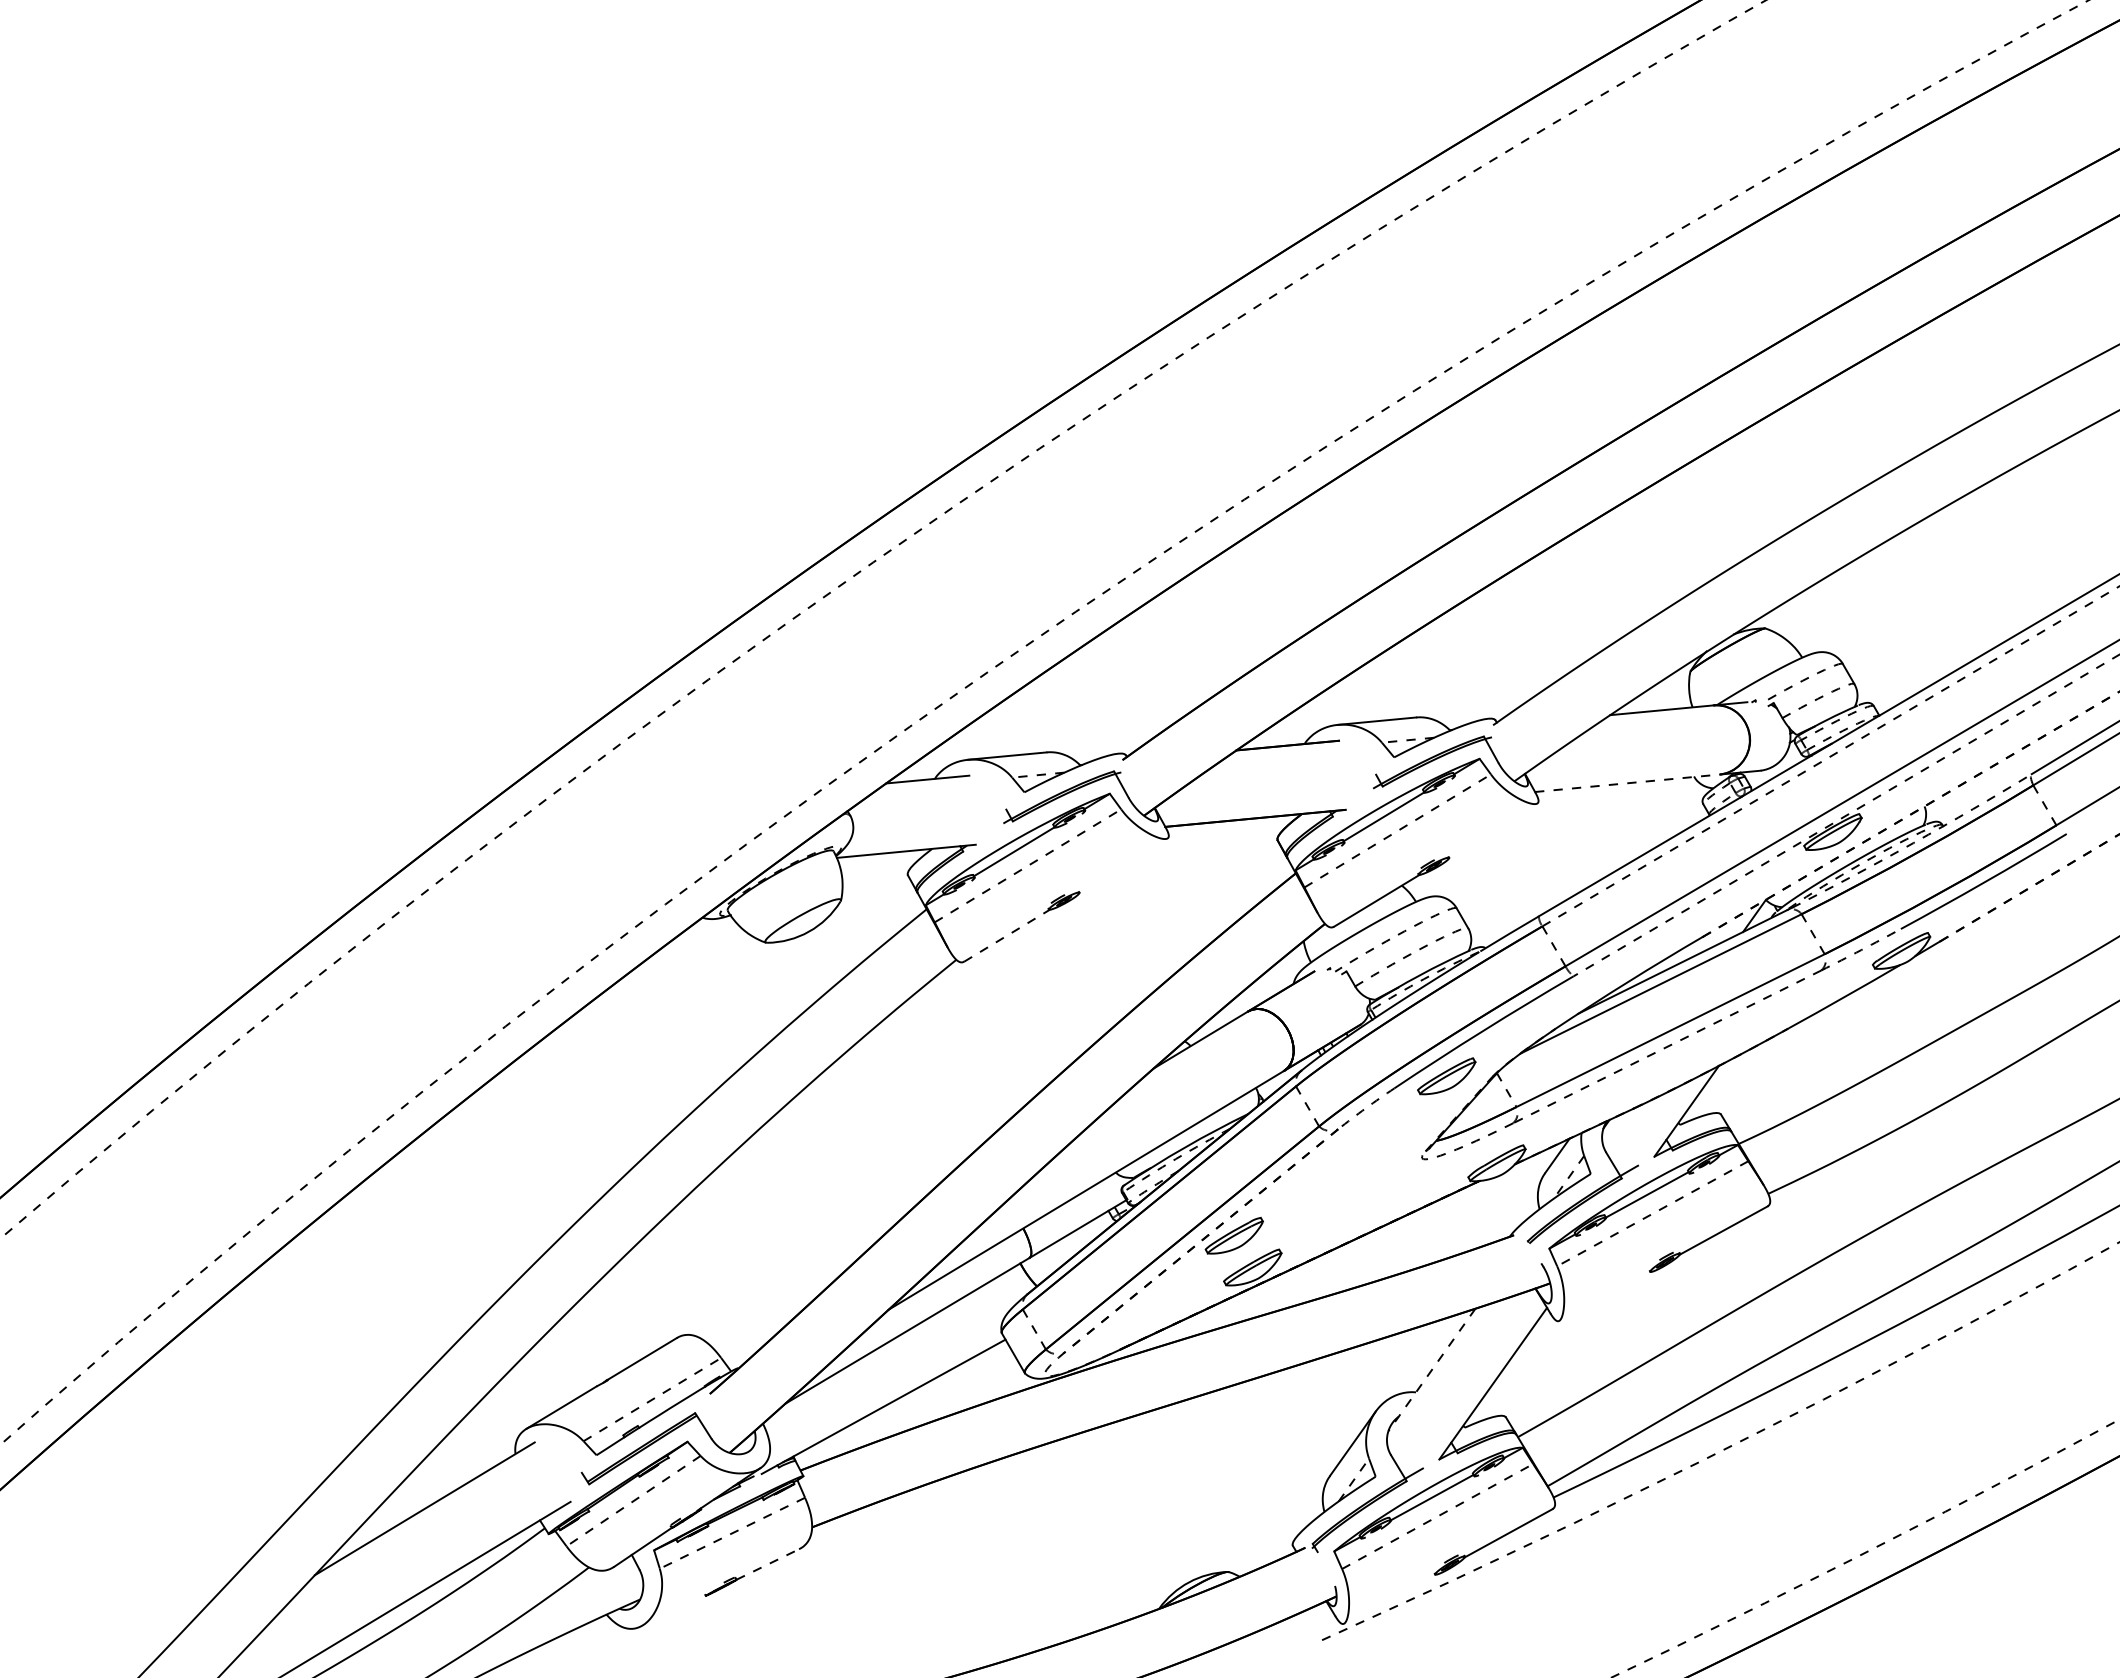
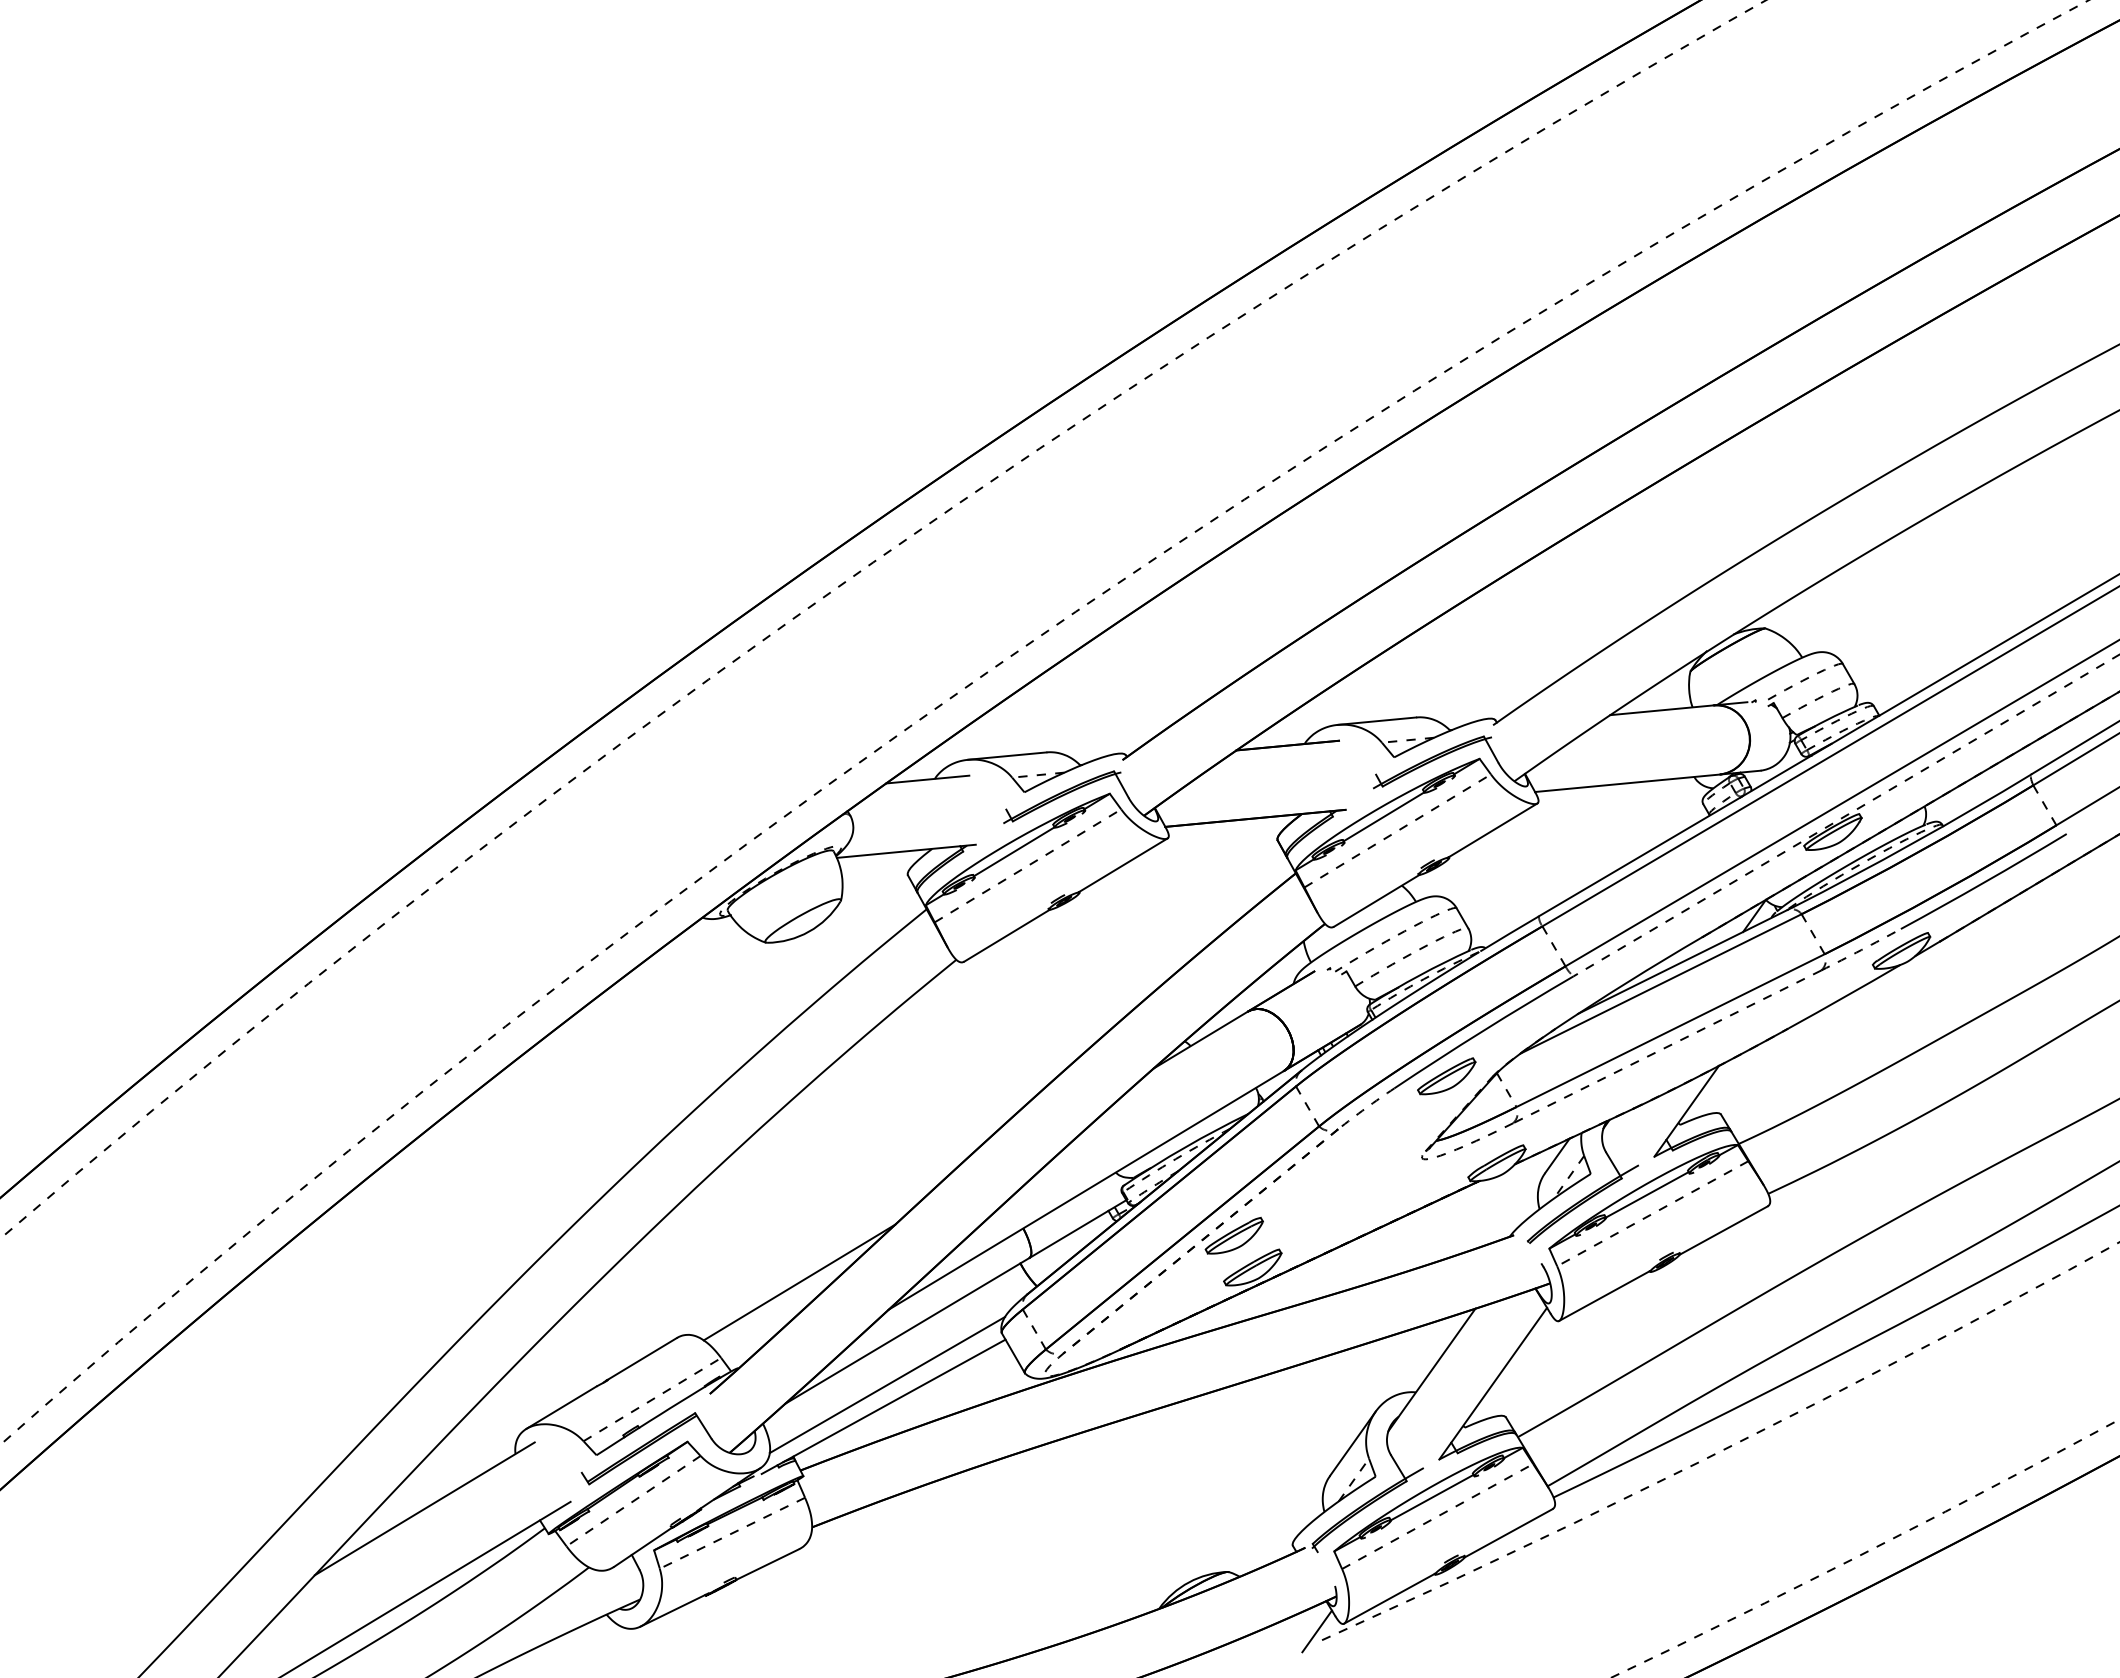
line at (1830, 756): dashed -> solid
line at (1628, 783): dashed -> solid
line at (1911, 814): dashed -> solid
line at (1492, 830): none -> present
arc at (1913, 843): dashed -> solid
line at (1123, 865): none -> present
line at (2030, 887): dashed -> solid
line at (1007, 935): dashed -> solid
line at (799, 1282): none -> present
line at (1604, 1296): none -> present
line at (1431, 1370): dashed -> solid
line at (887, 1384): none -> present
line at (767, 1564): dashed -> solid
line at (1388, 1598): none -> present
line at (674, 1609): none -> present
line at (1316, 1631): none -> present
